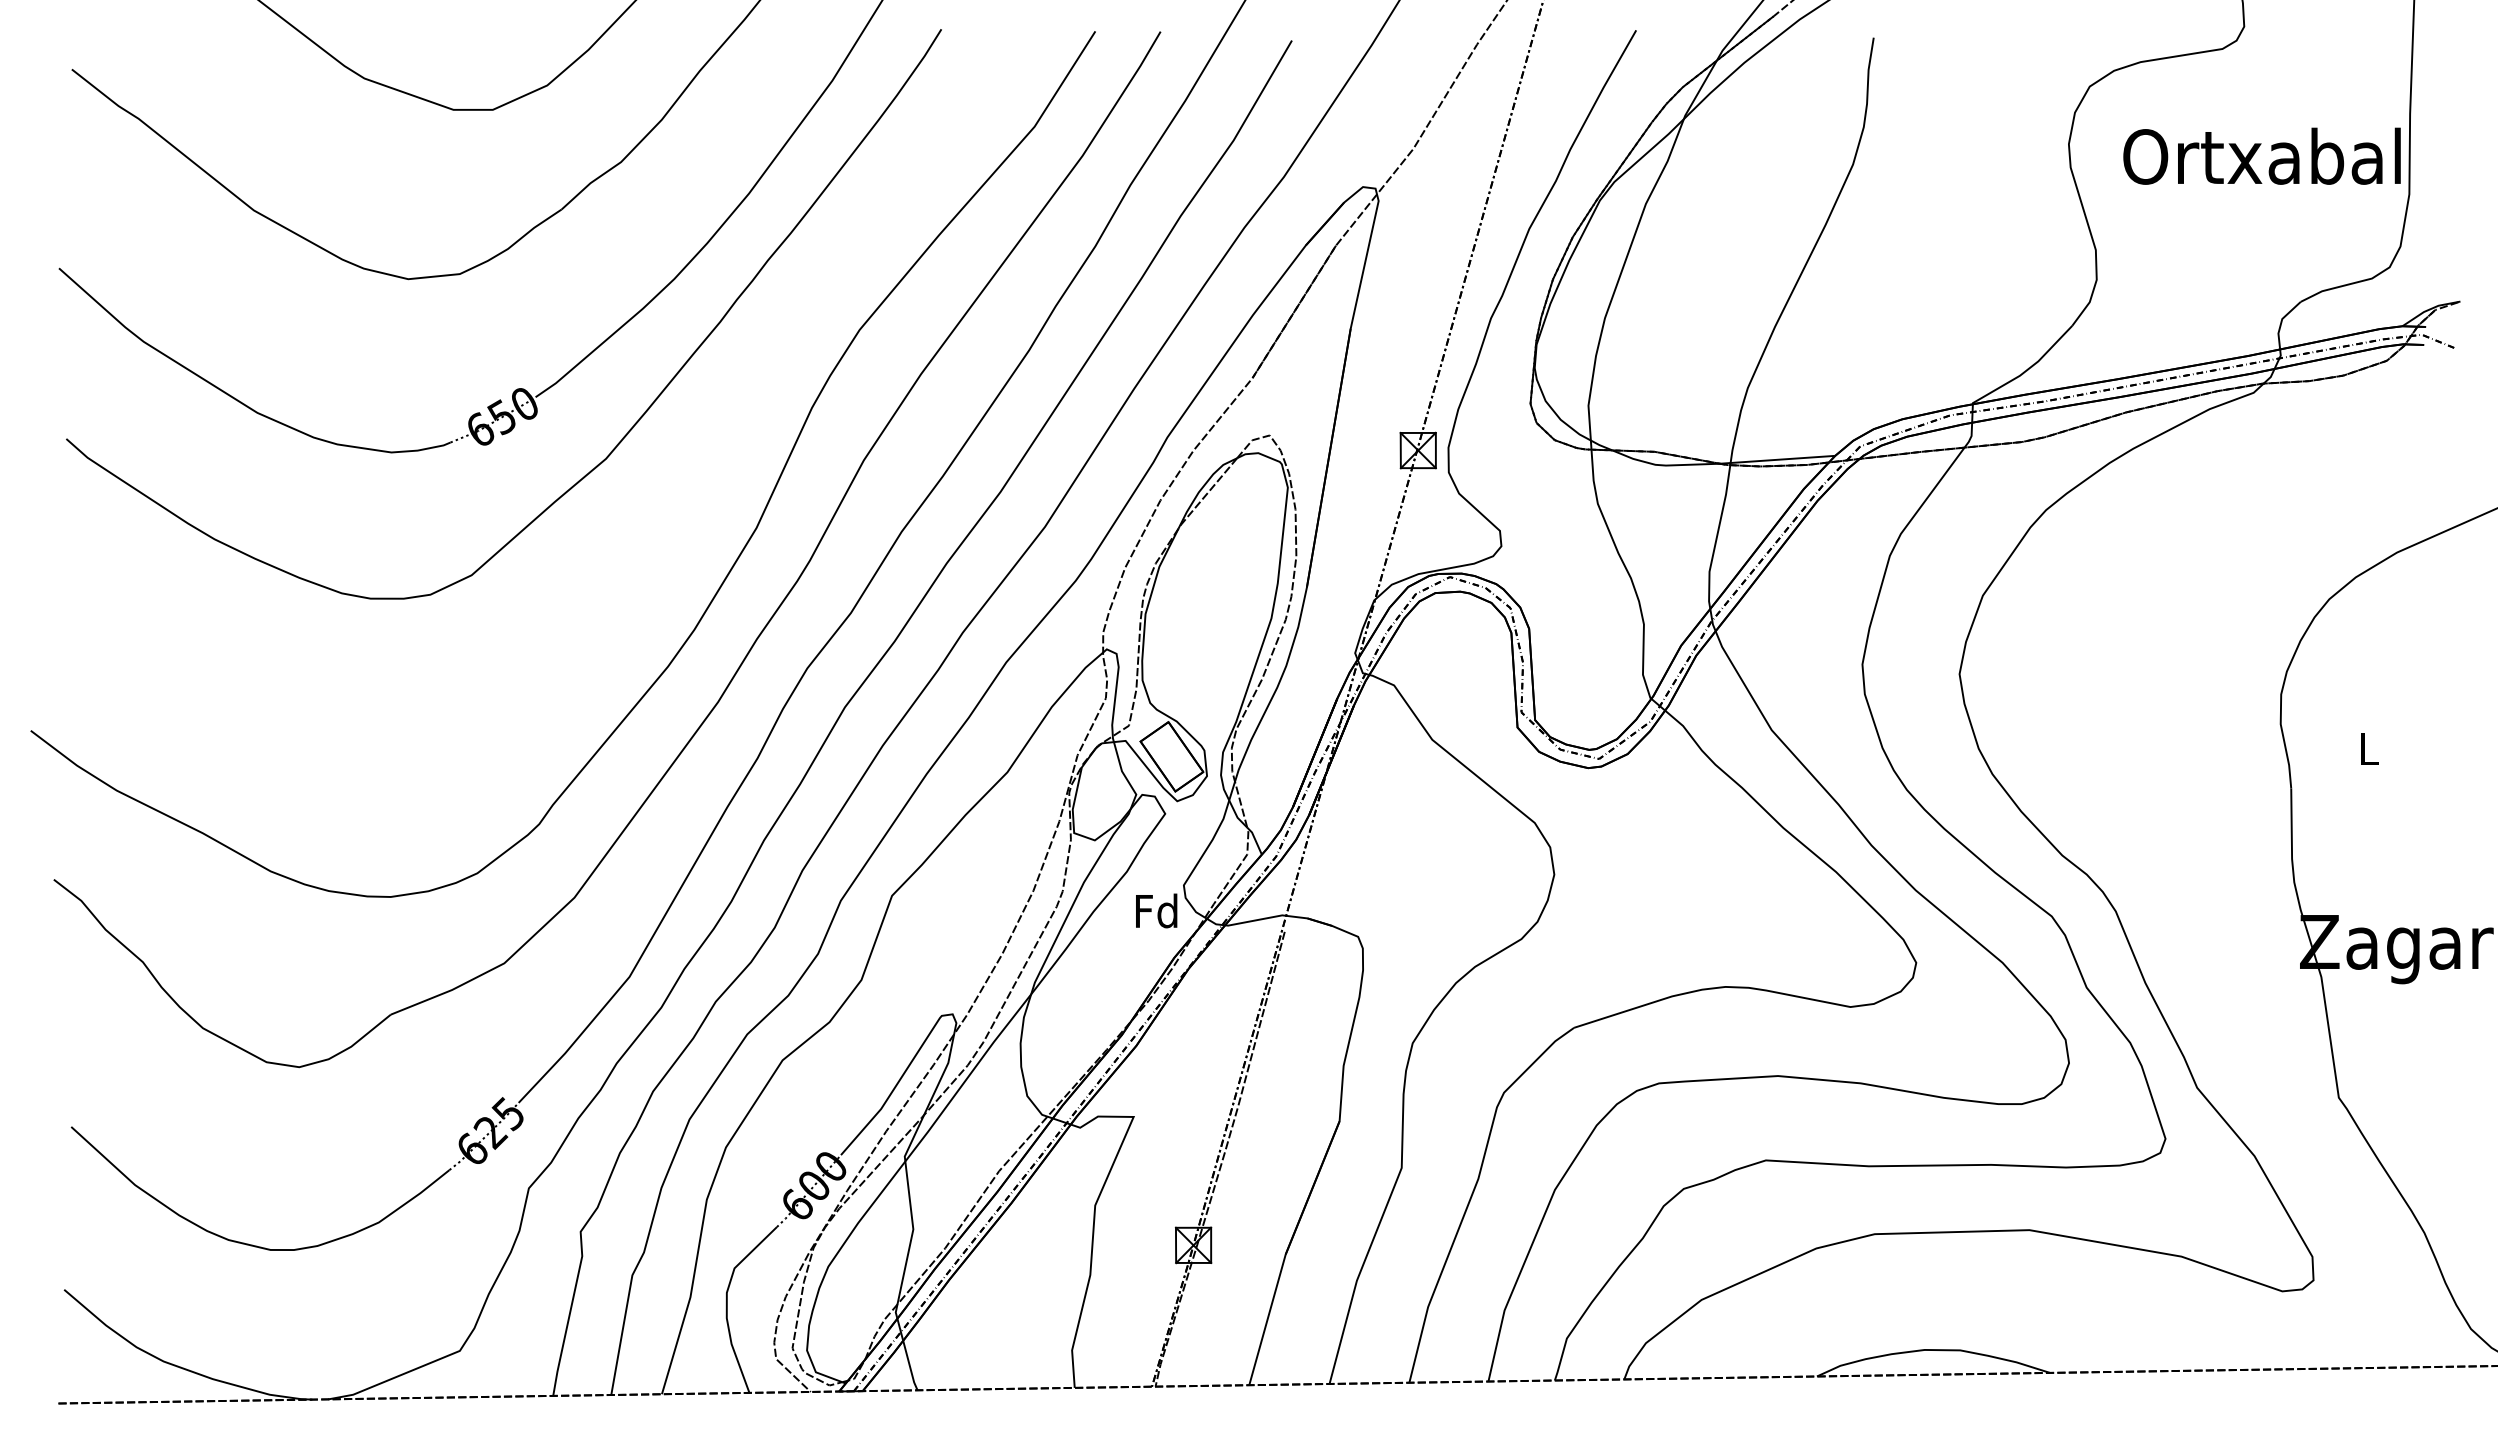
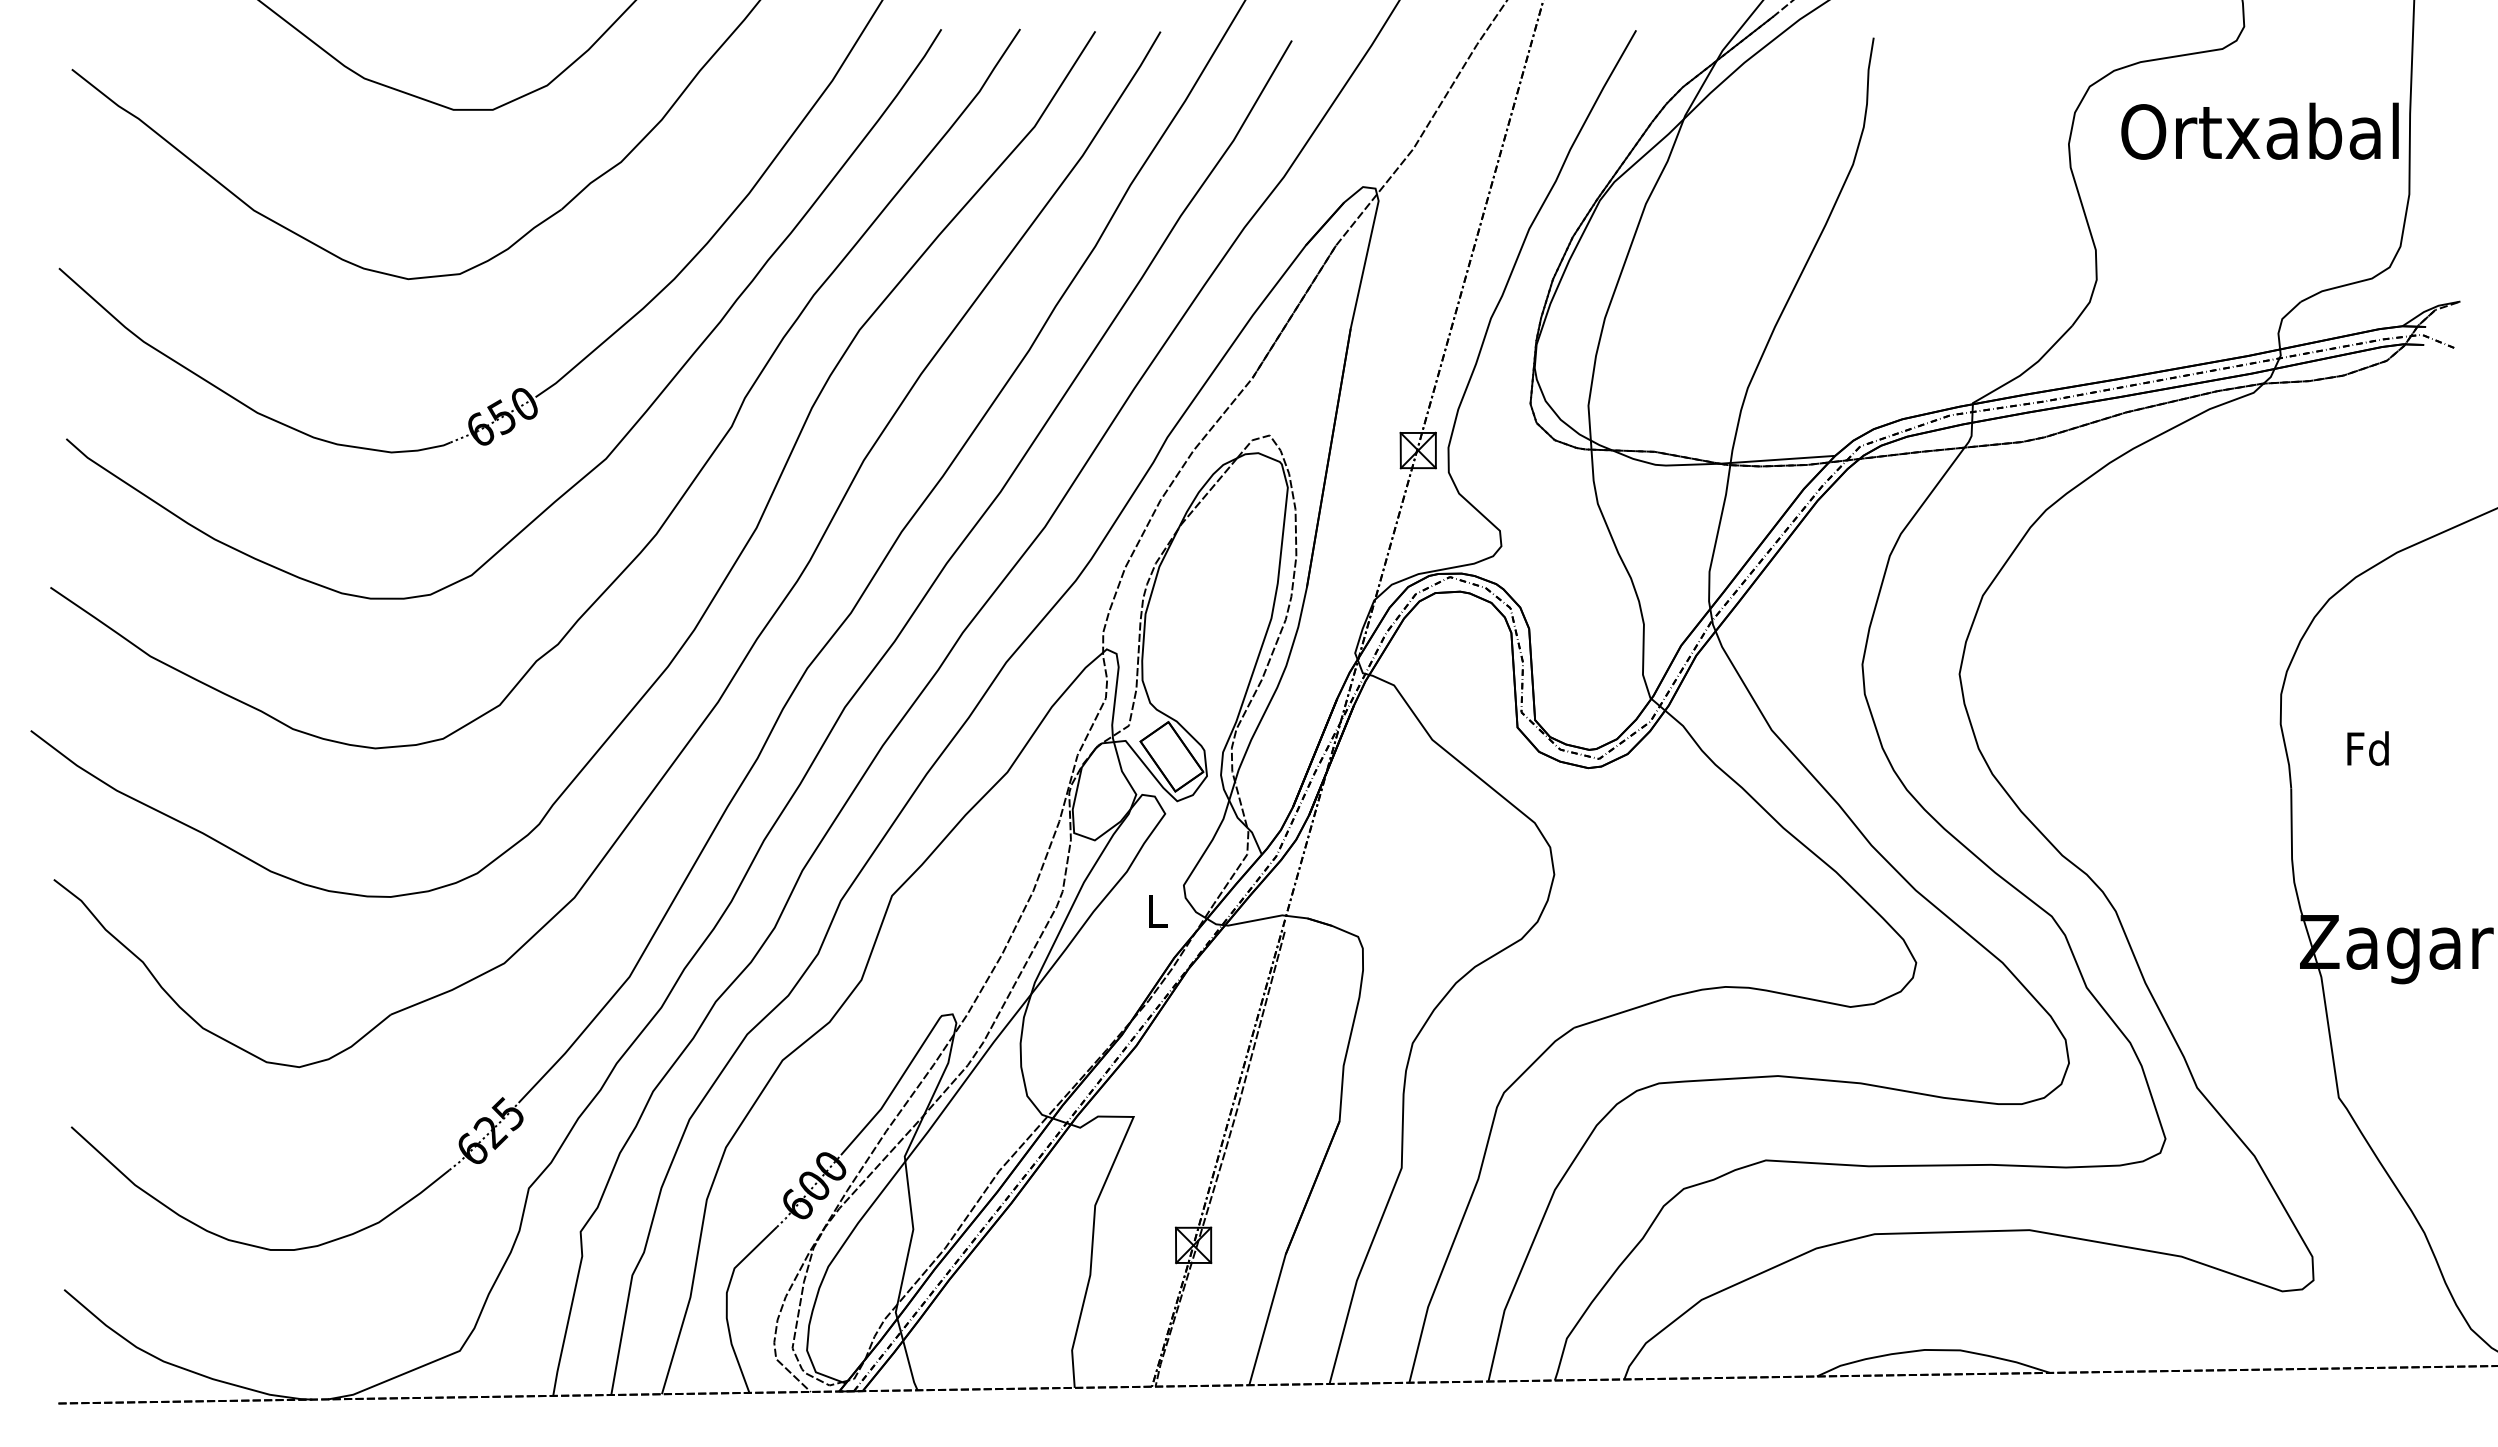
text at (2261, 155) position: (2261, 155) -> (2259, 130)
curve at (685, 490): none -> present
text at (2367, 748): L -> Fd
text at (1156, 910): Fd -> L
